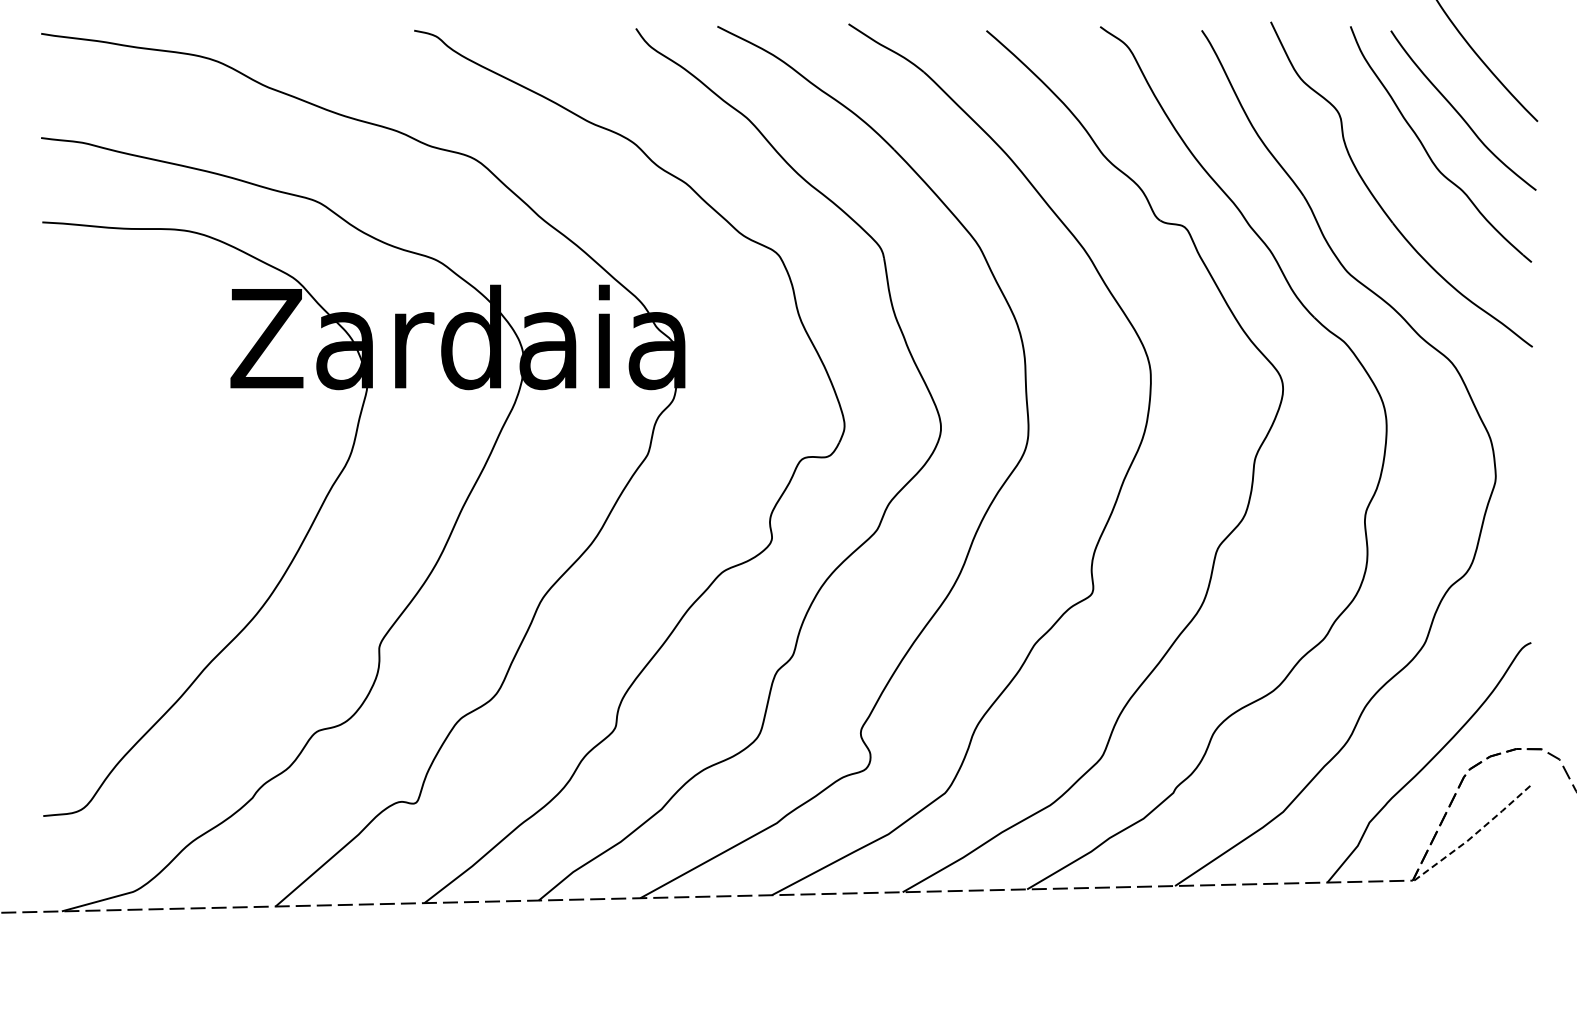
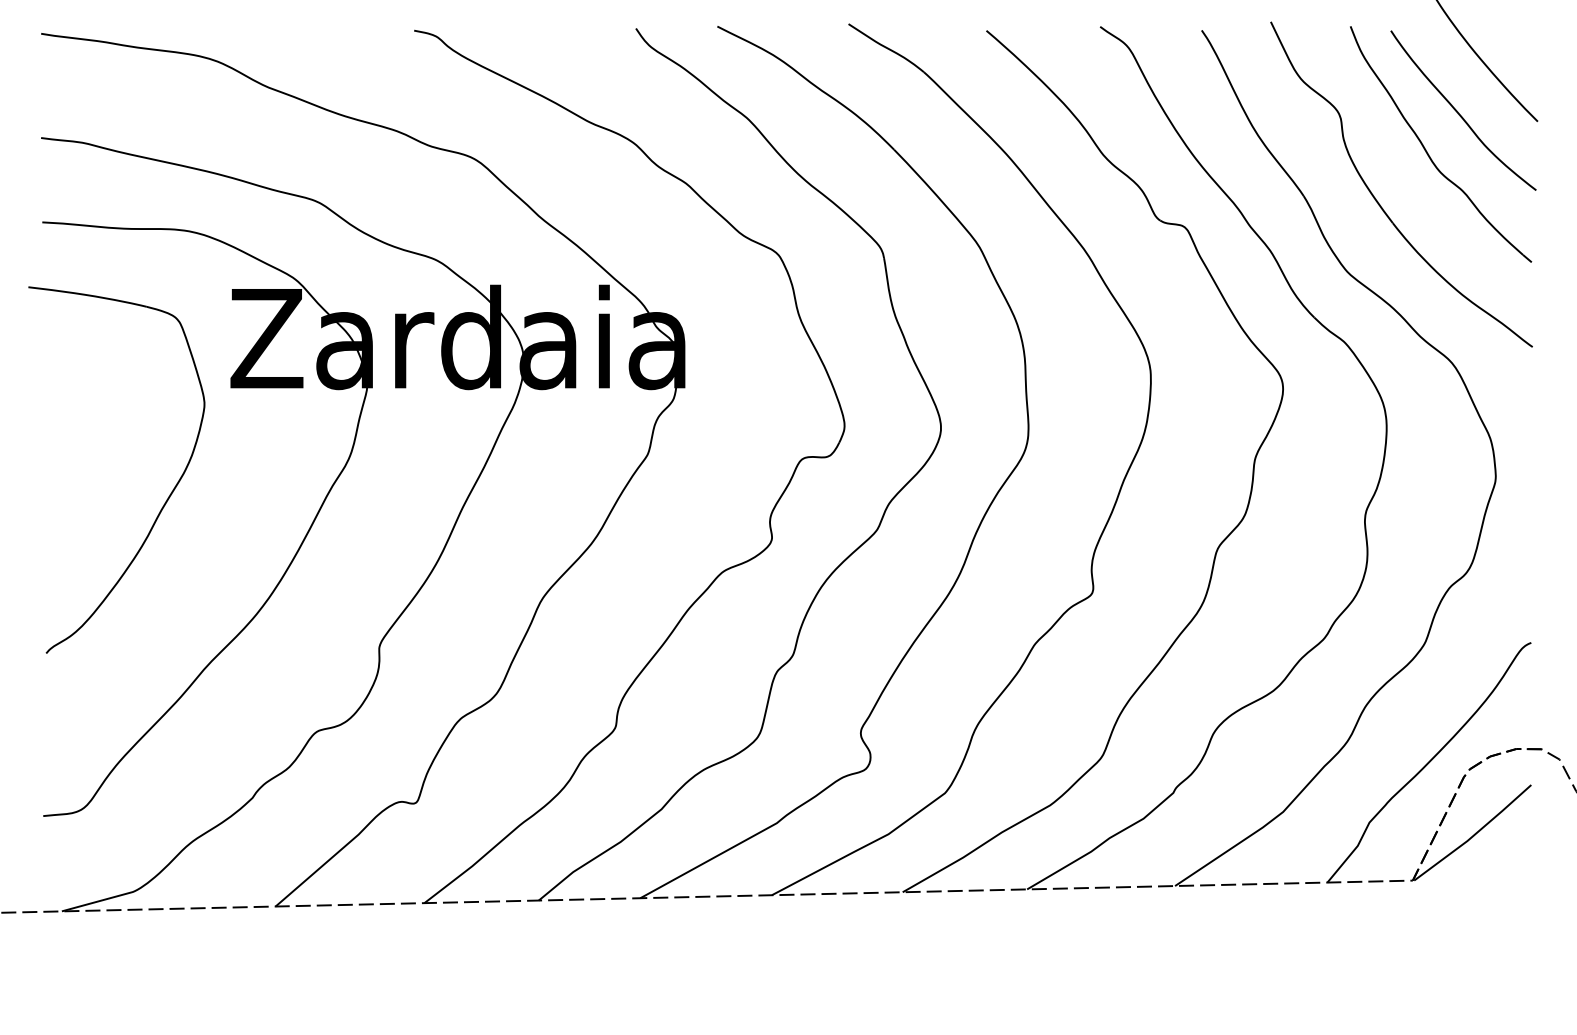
part at (166, 499): none -> present
line at (1474, 834): dashed -> solid
